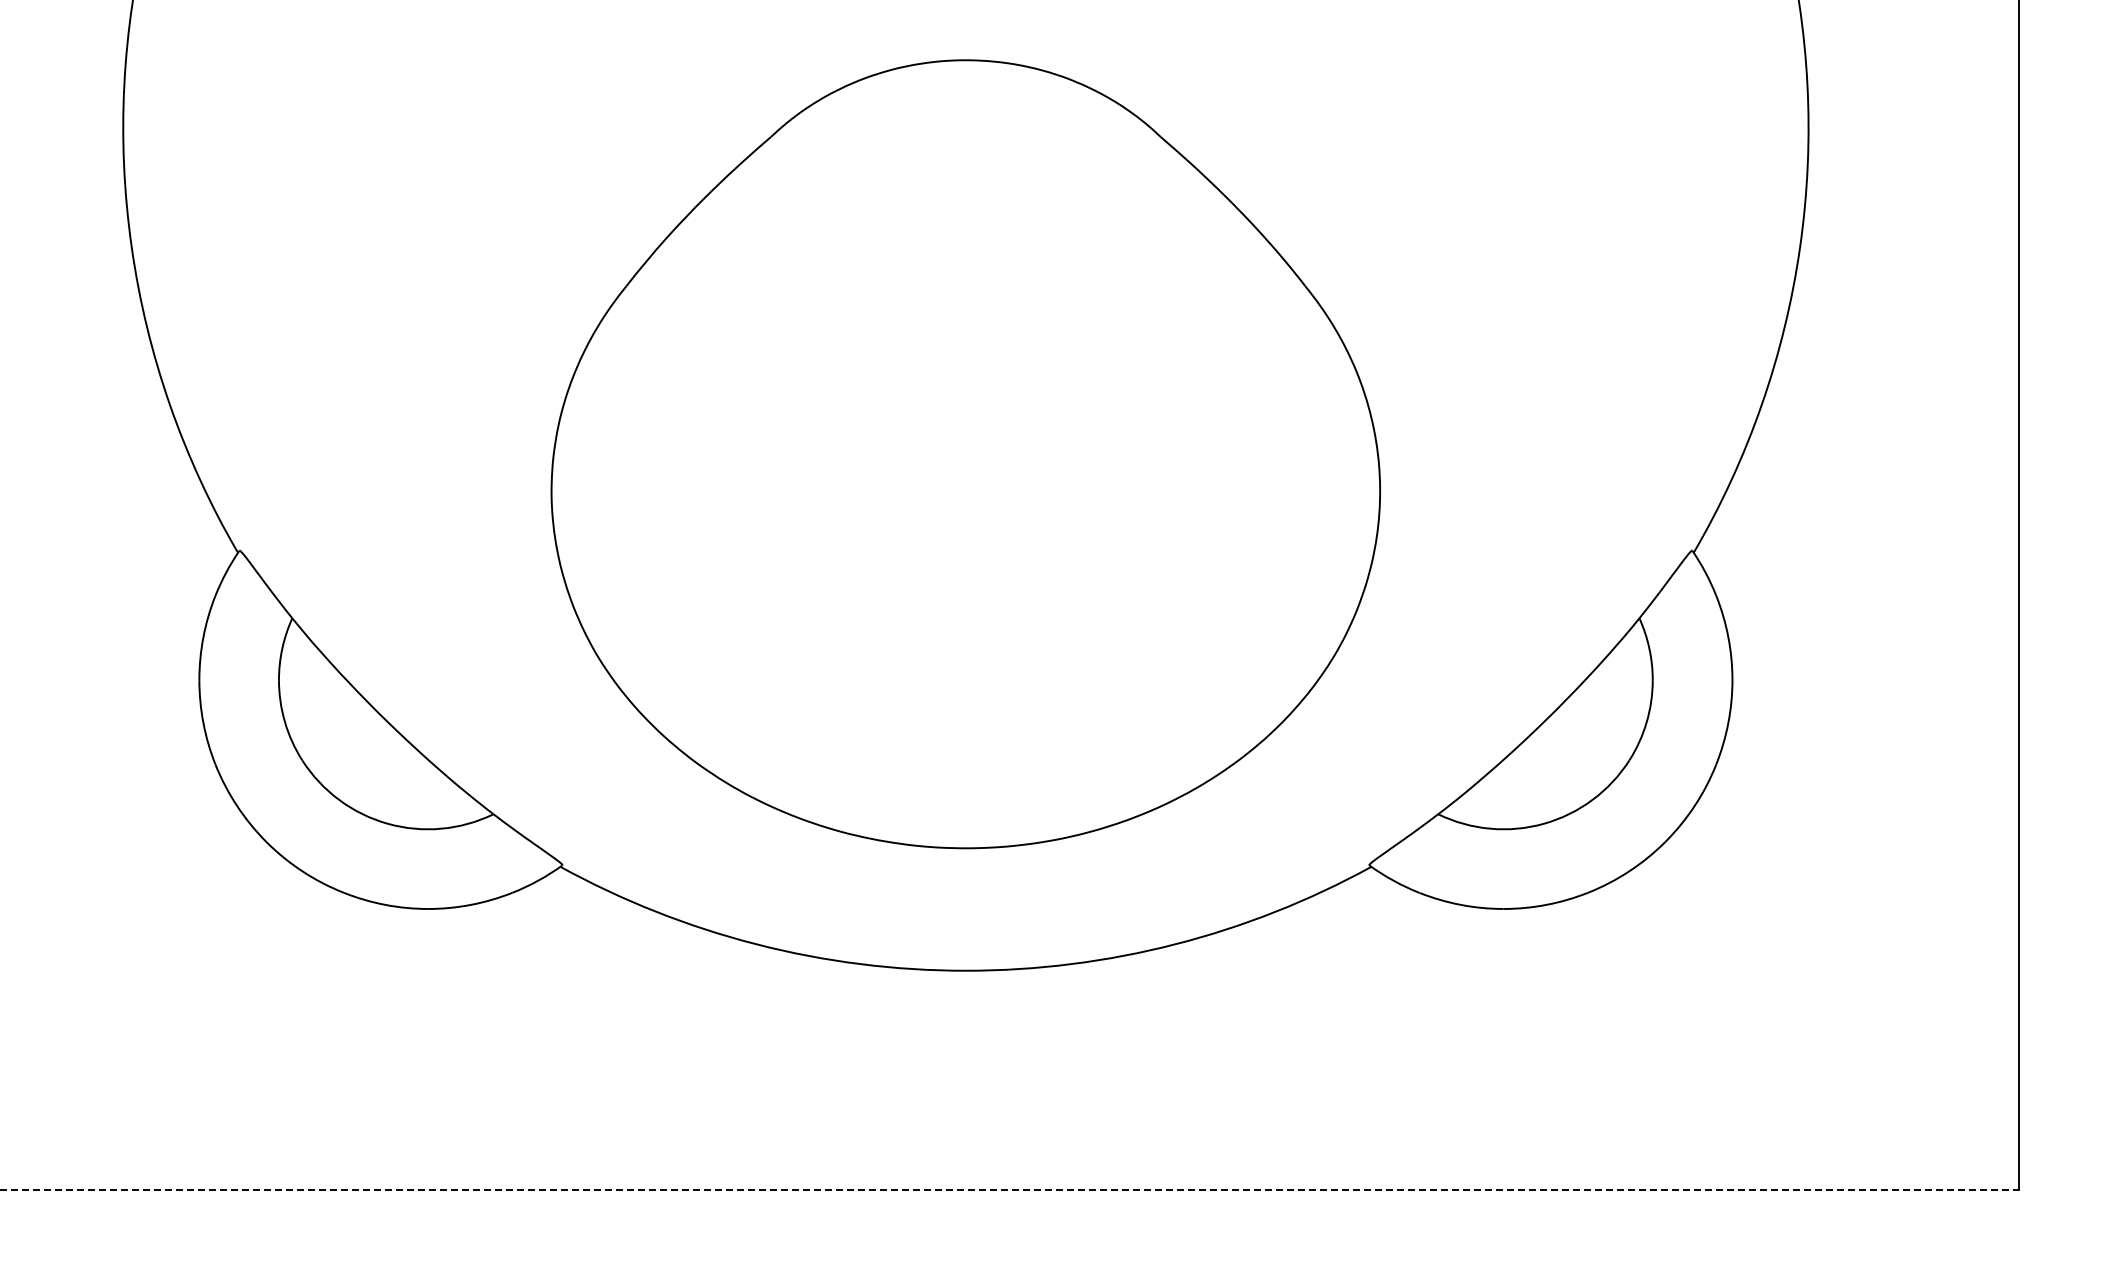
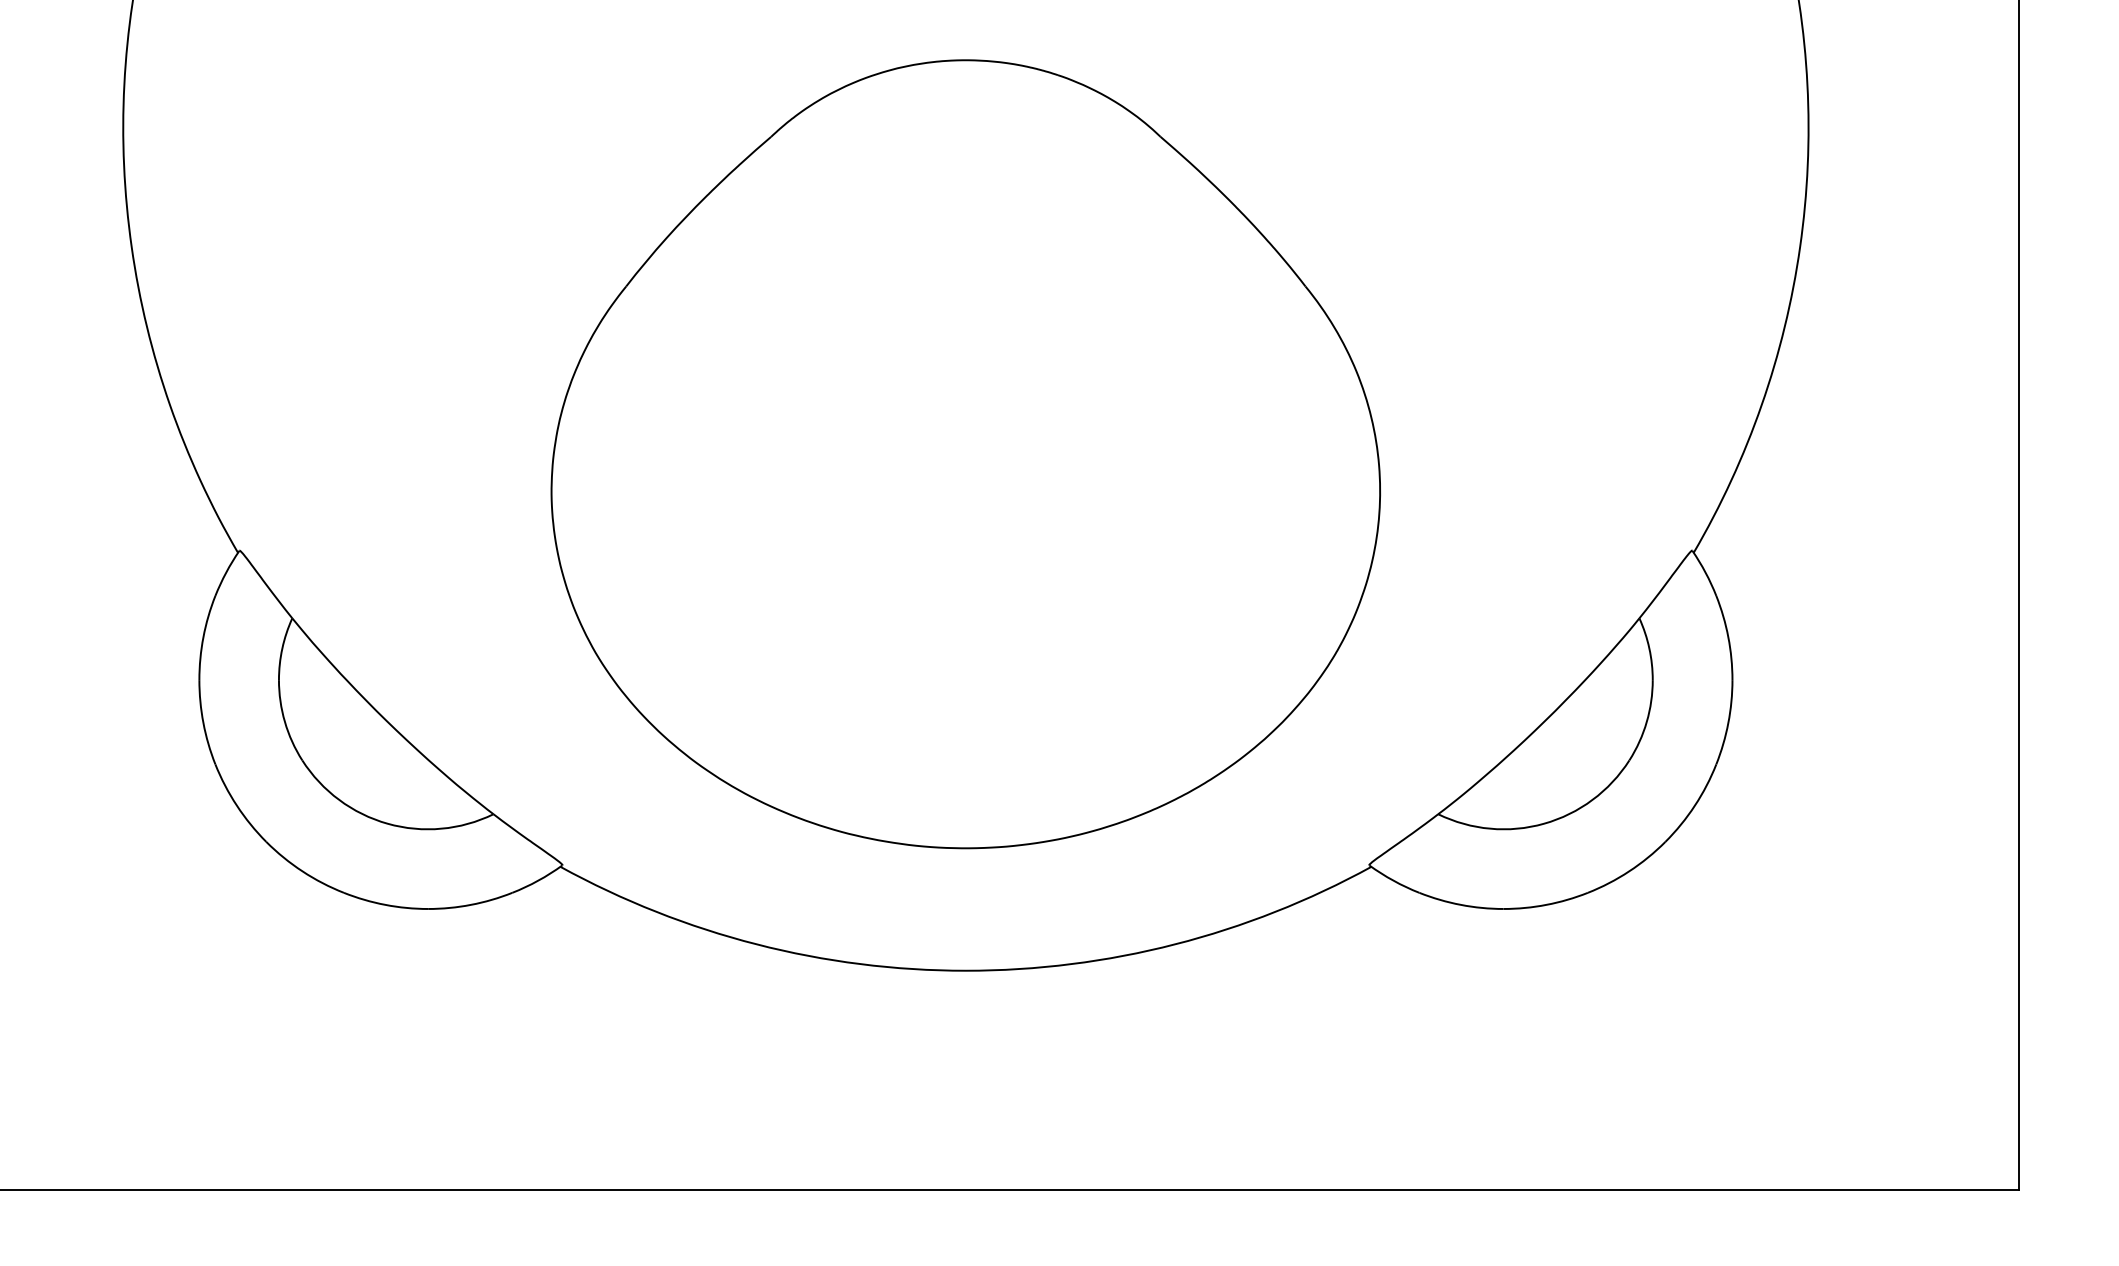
line at (1009, 1190): dashed -> solid
